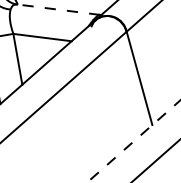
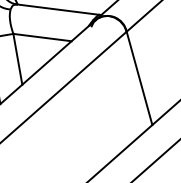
line at (57, 9): dashed -> solid
line at (133, 141): dashed -> solid
